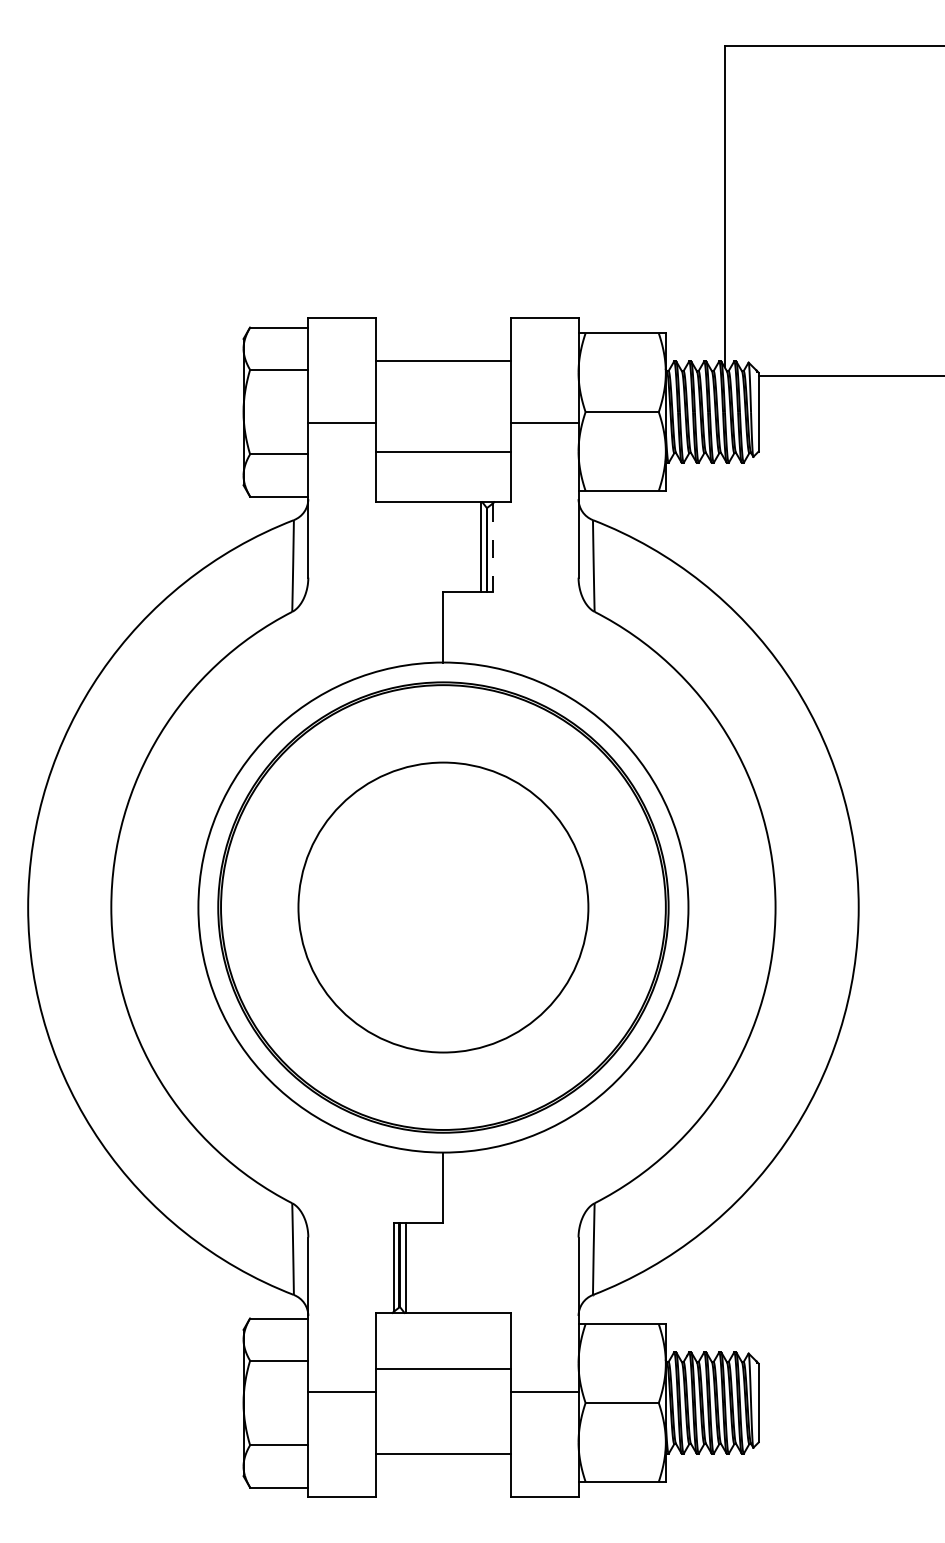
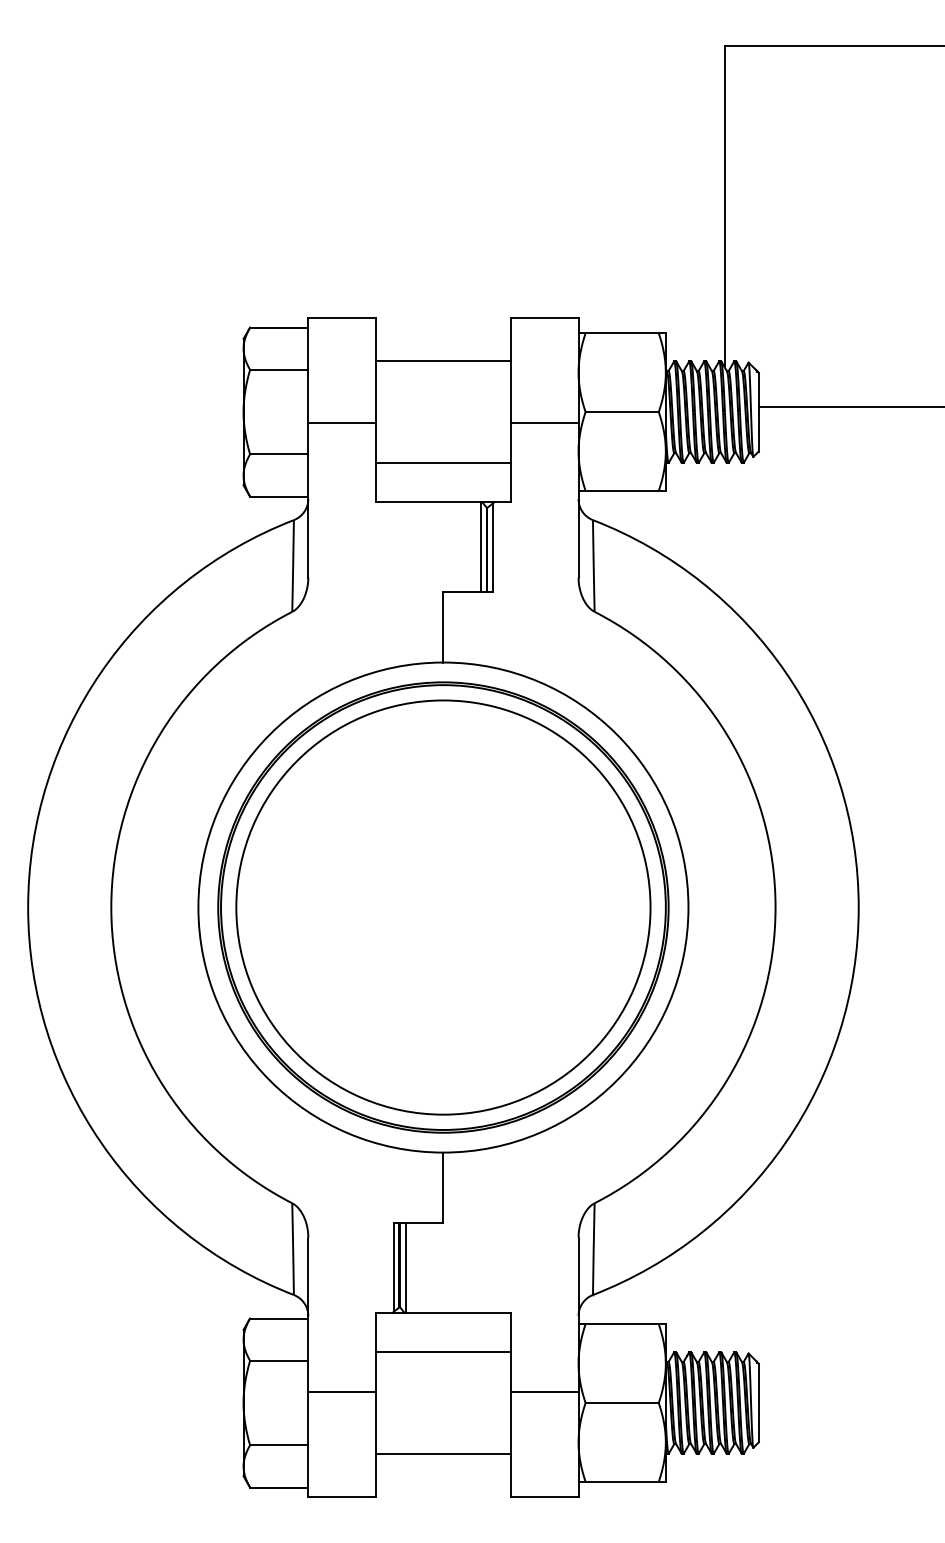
line at (849, 375) position: (849, 375) -> (849, 406)
line at (443, 451) position: (443, 451) -> (443, 462)
line at (492, 548): dashed -> solid
circle at (443, 907) diameter: 290 px -> 414 px
line at (443, 1369) position: (443, 1369) -> (443, 1352)
